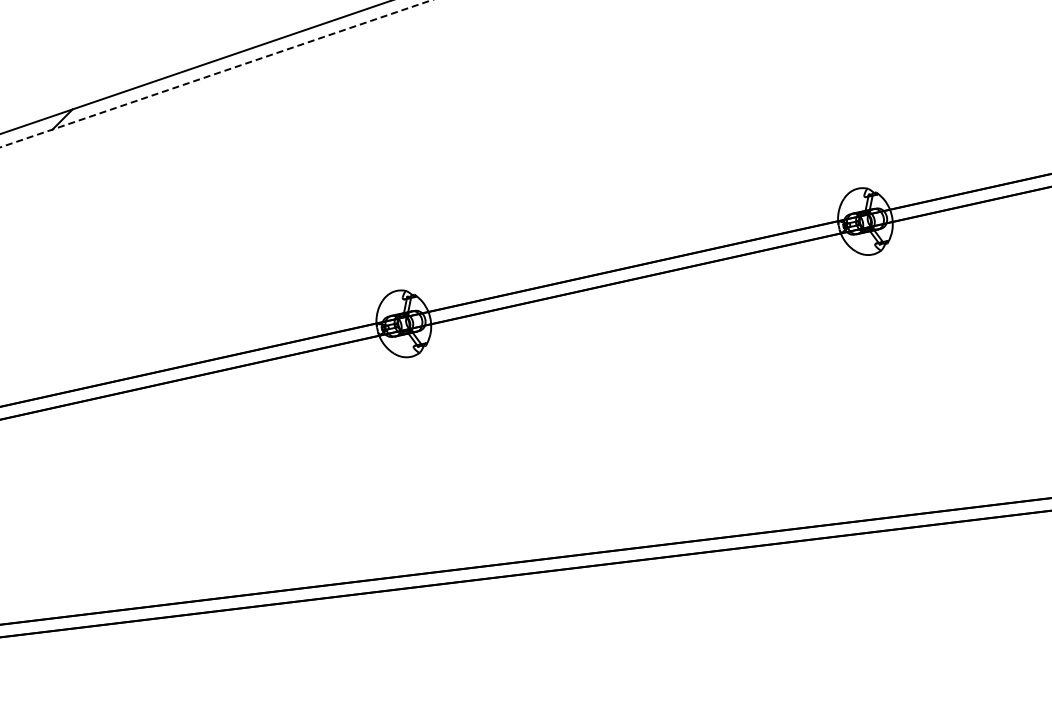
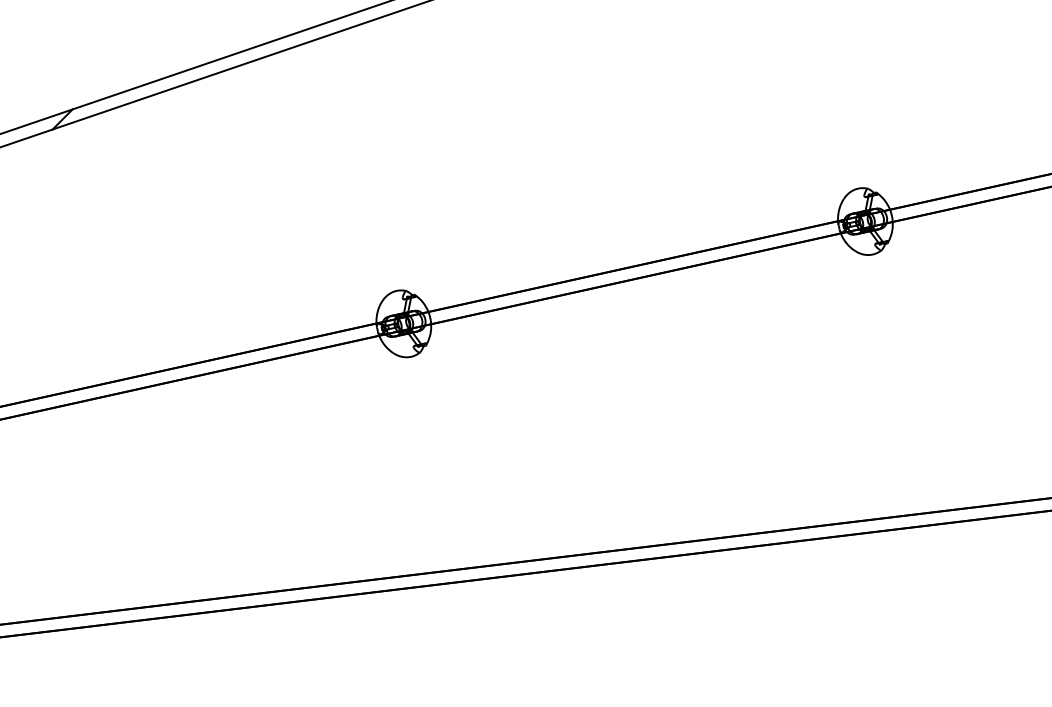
line at (215, 73): dashed -> solid
